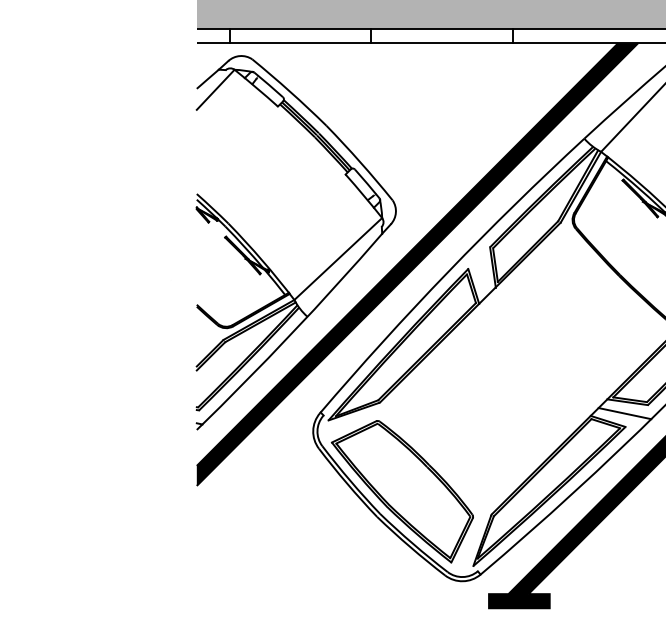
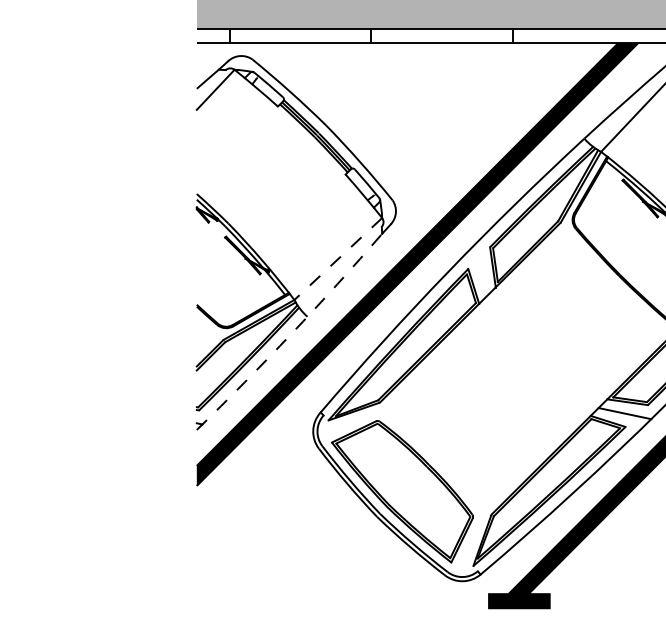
line at (337, 259): solid -> dashed
arc at (291, 333): solid -> dashed
